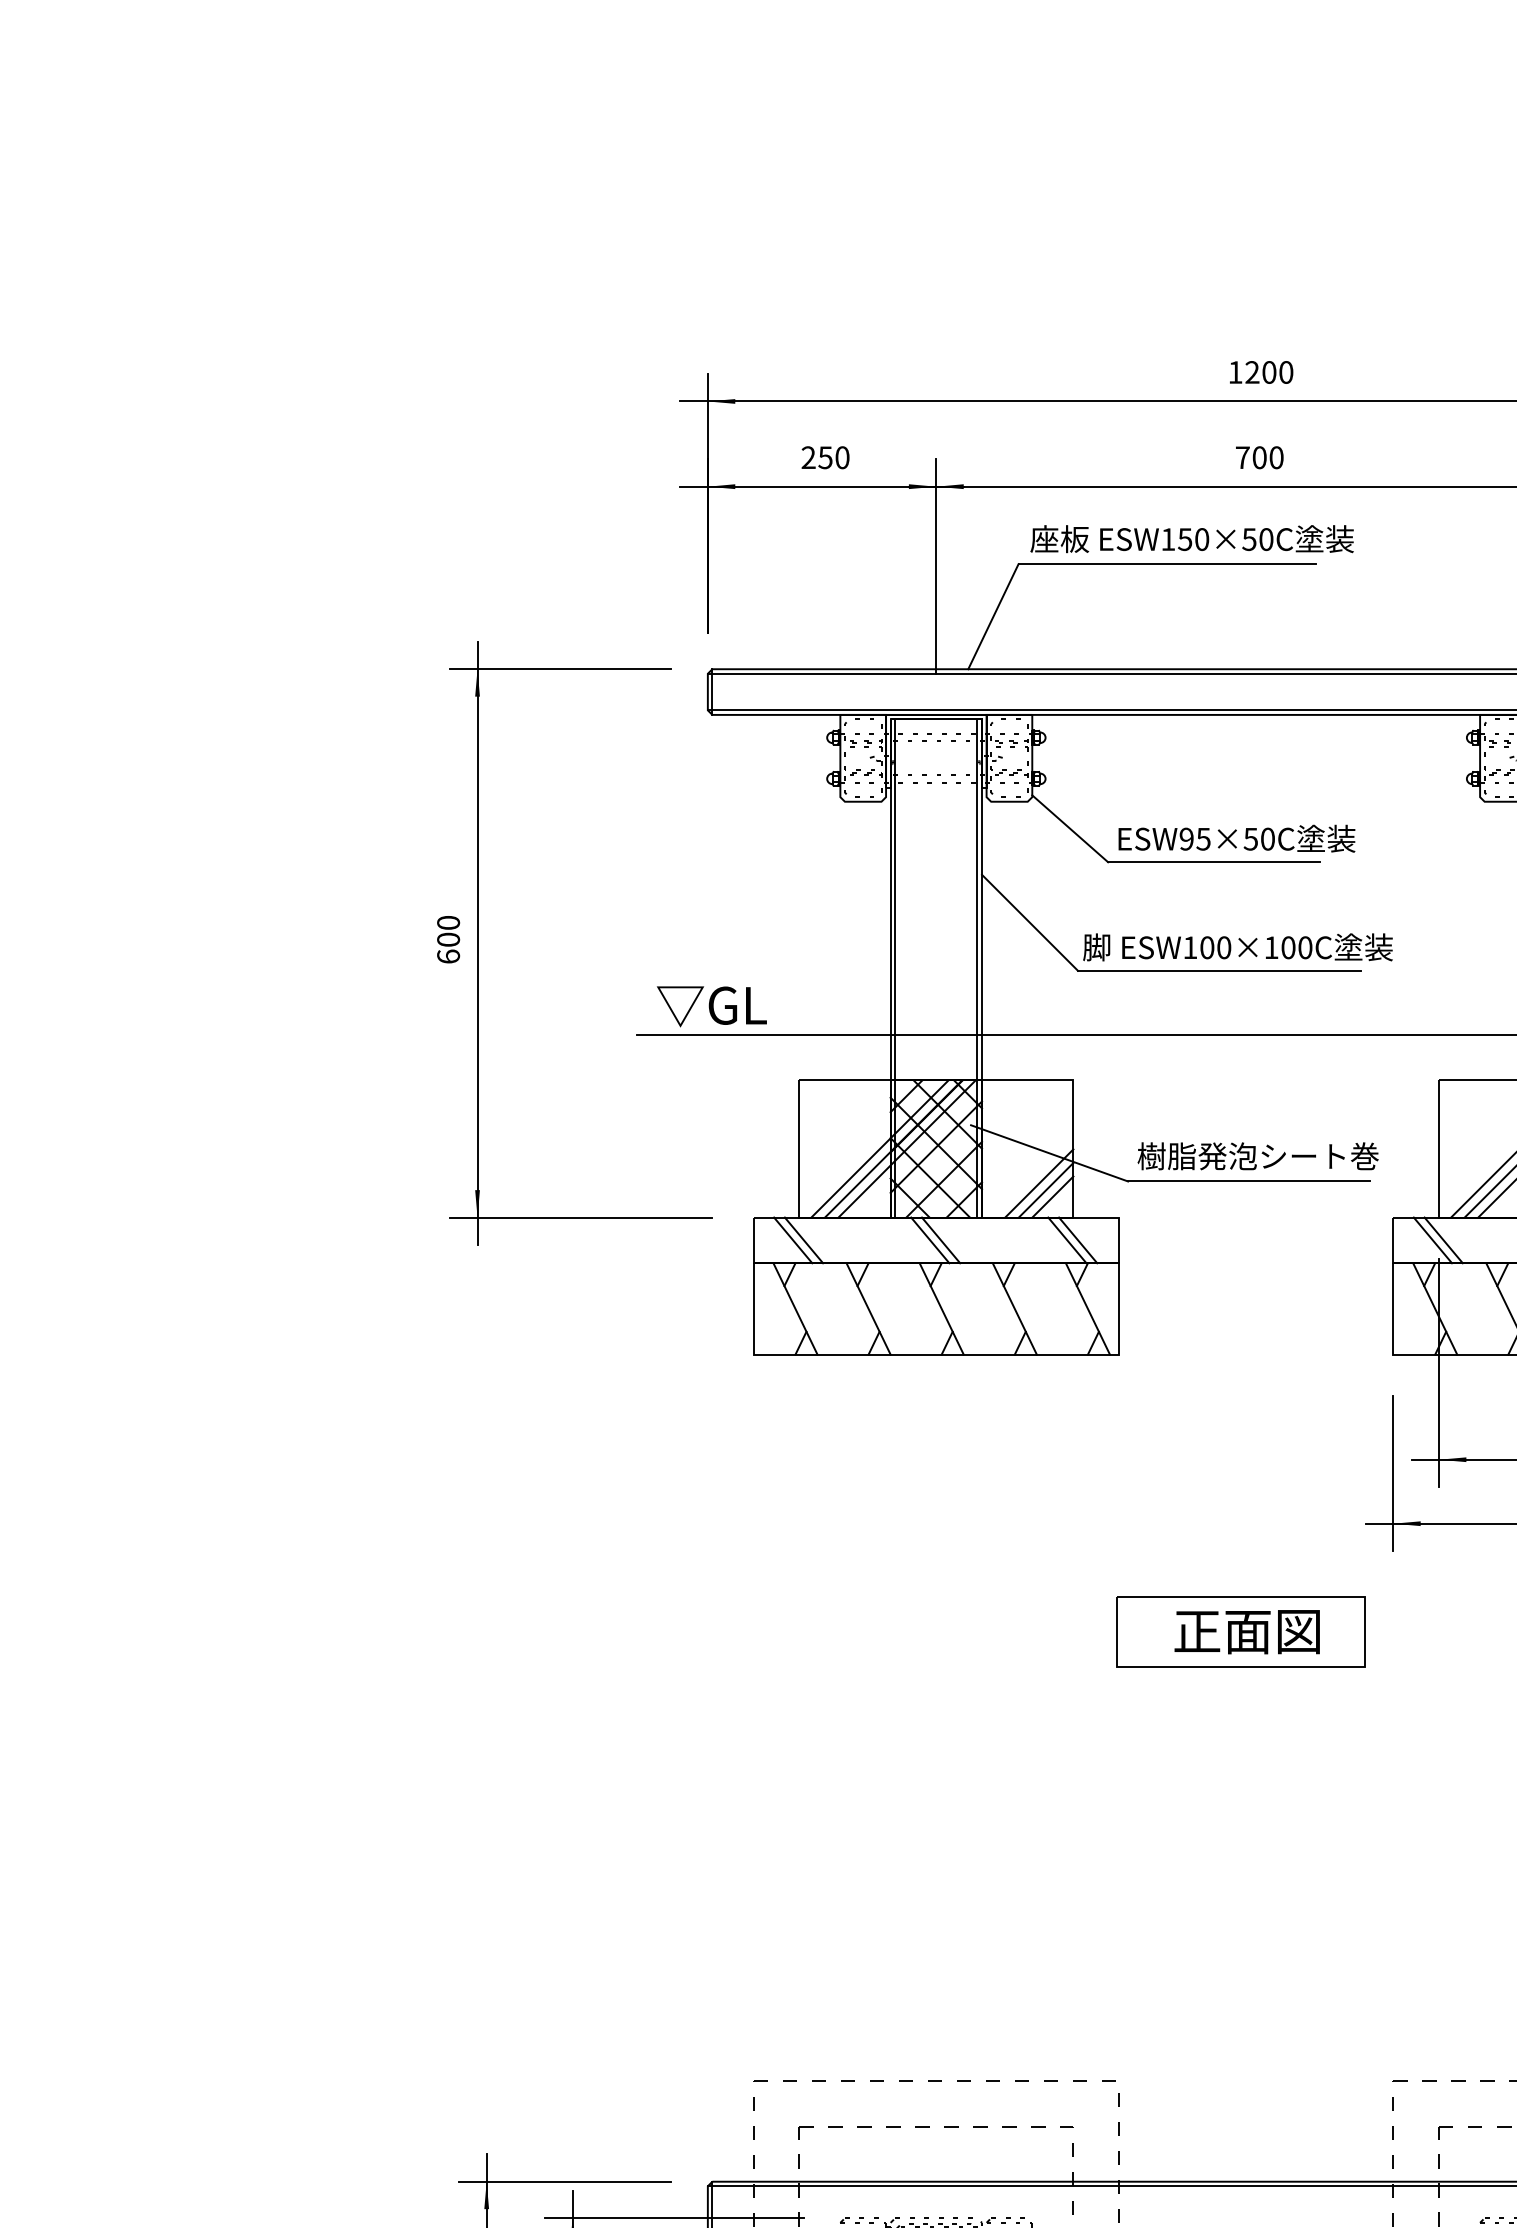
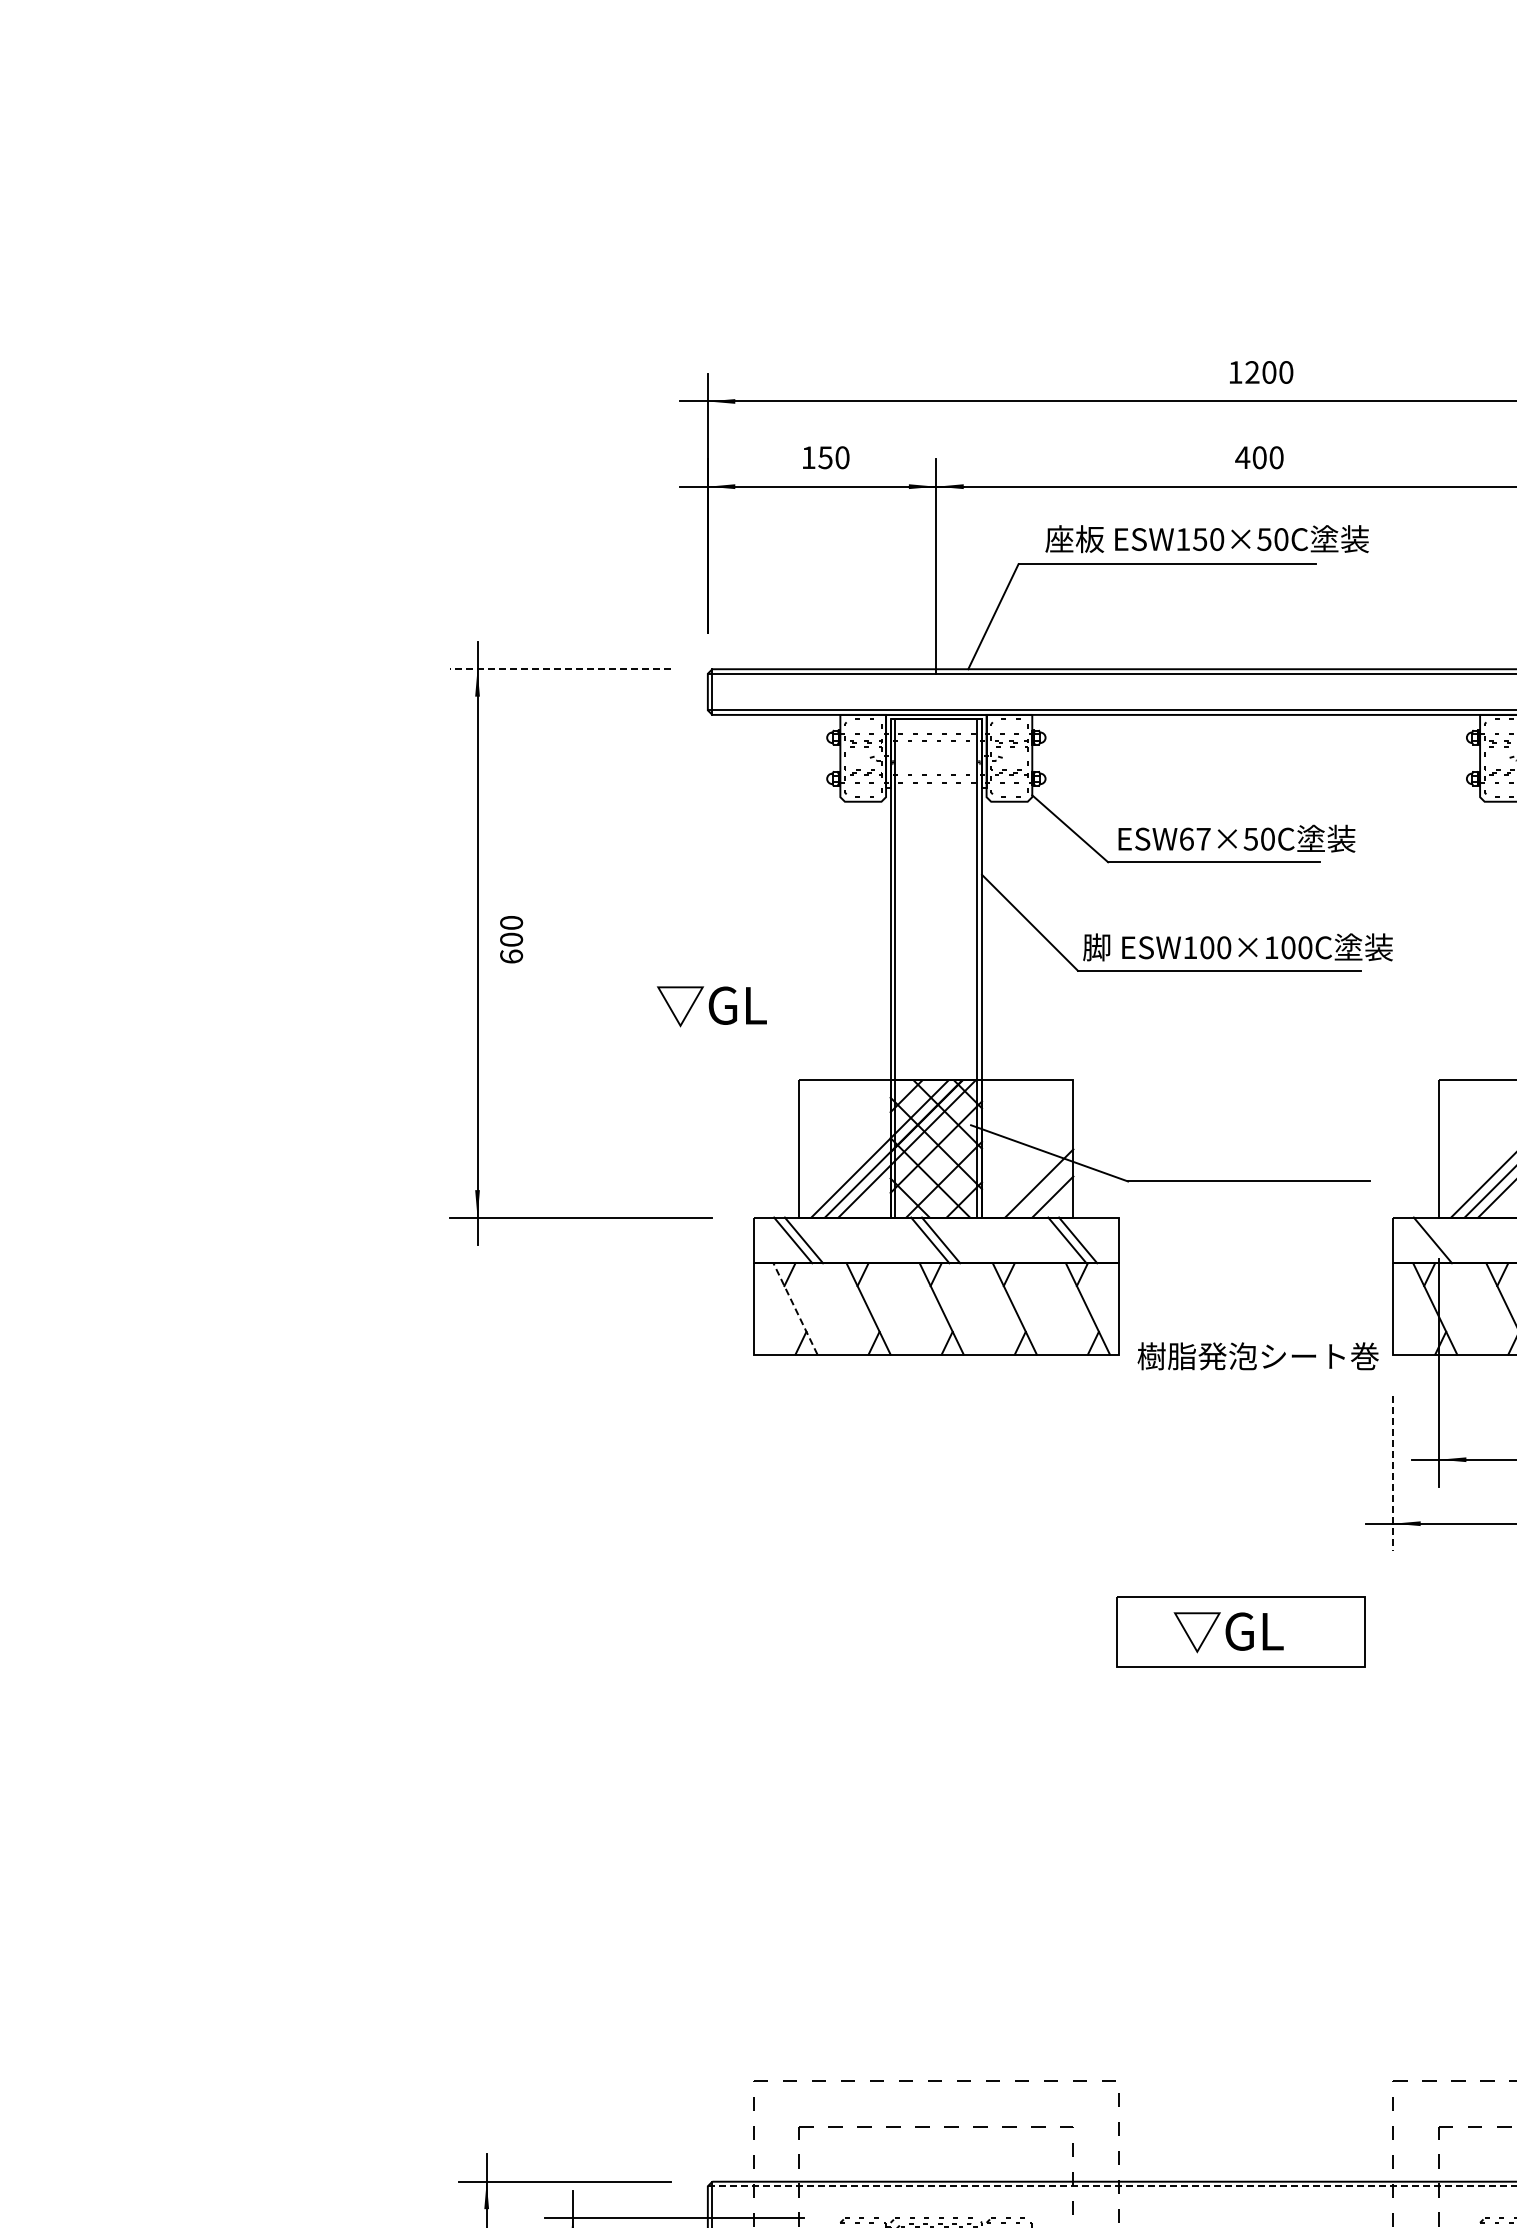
text at (808, 457): 250 -> 150
text at (1242, 457): 700 -> 400
text at (1191, 539) position: (1191, 539) -> (1206, 539)
line at (560, 669): solid -> dashed
text at (1194, 838): ESW95×50C -> ESW67×50C
text at (448, 939) position: (448, 939) -> (511, 939)
line at (1074, 1034): present -> none
text at (1257, 1156) position: (1257, 1156) -> (1257, 1356)
line at (1045, 1190): present -> none
line at (1443, 1240): present -> none
line at (795, 1308): solid -> dashed
line at (1393, 1473): solid -> dashed
text at (1246, 1632): 正面図 -> ▽GL
line at (1112, 2186): solid -> dashed
